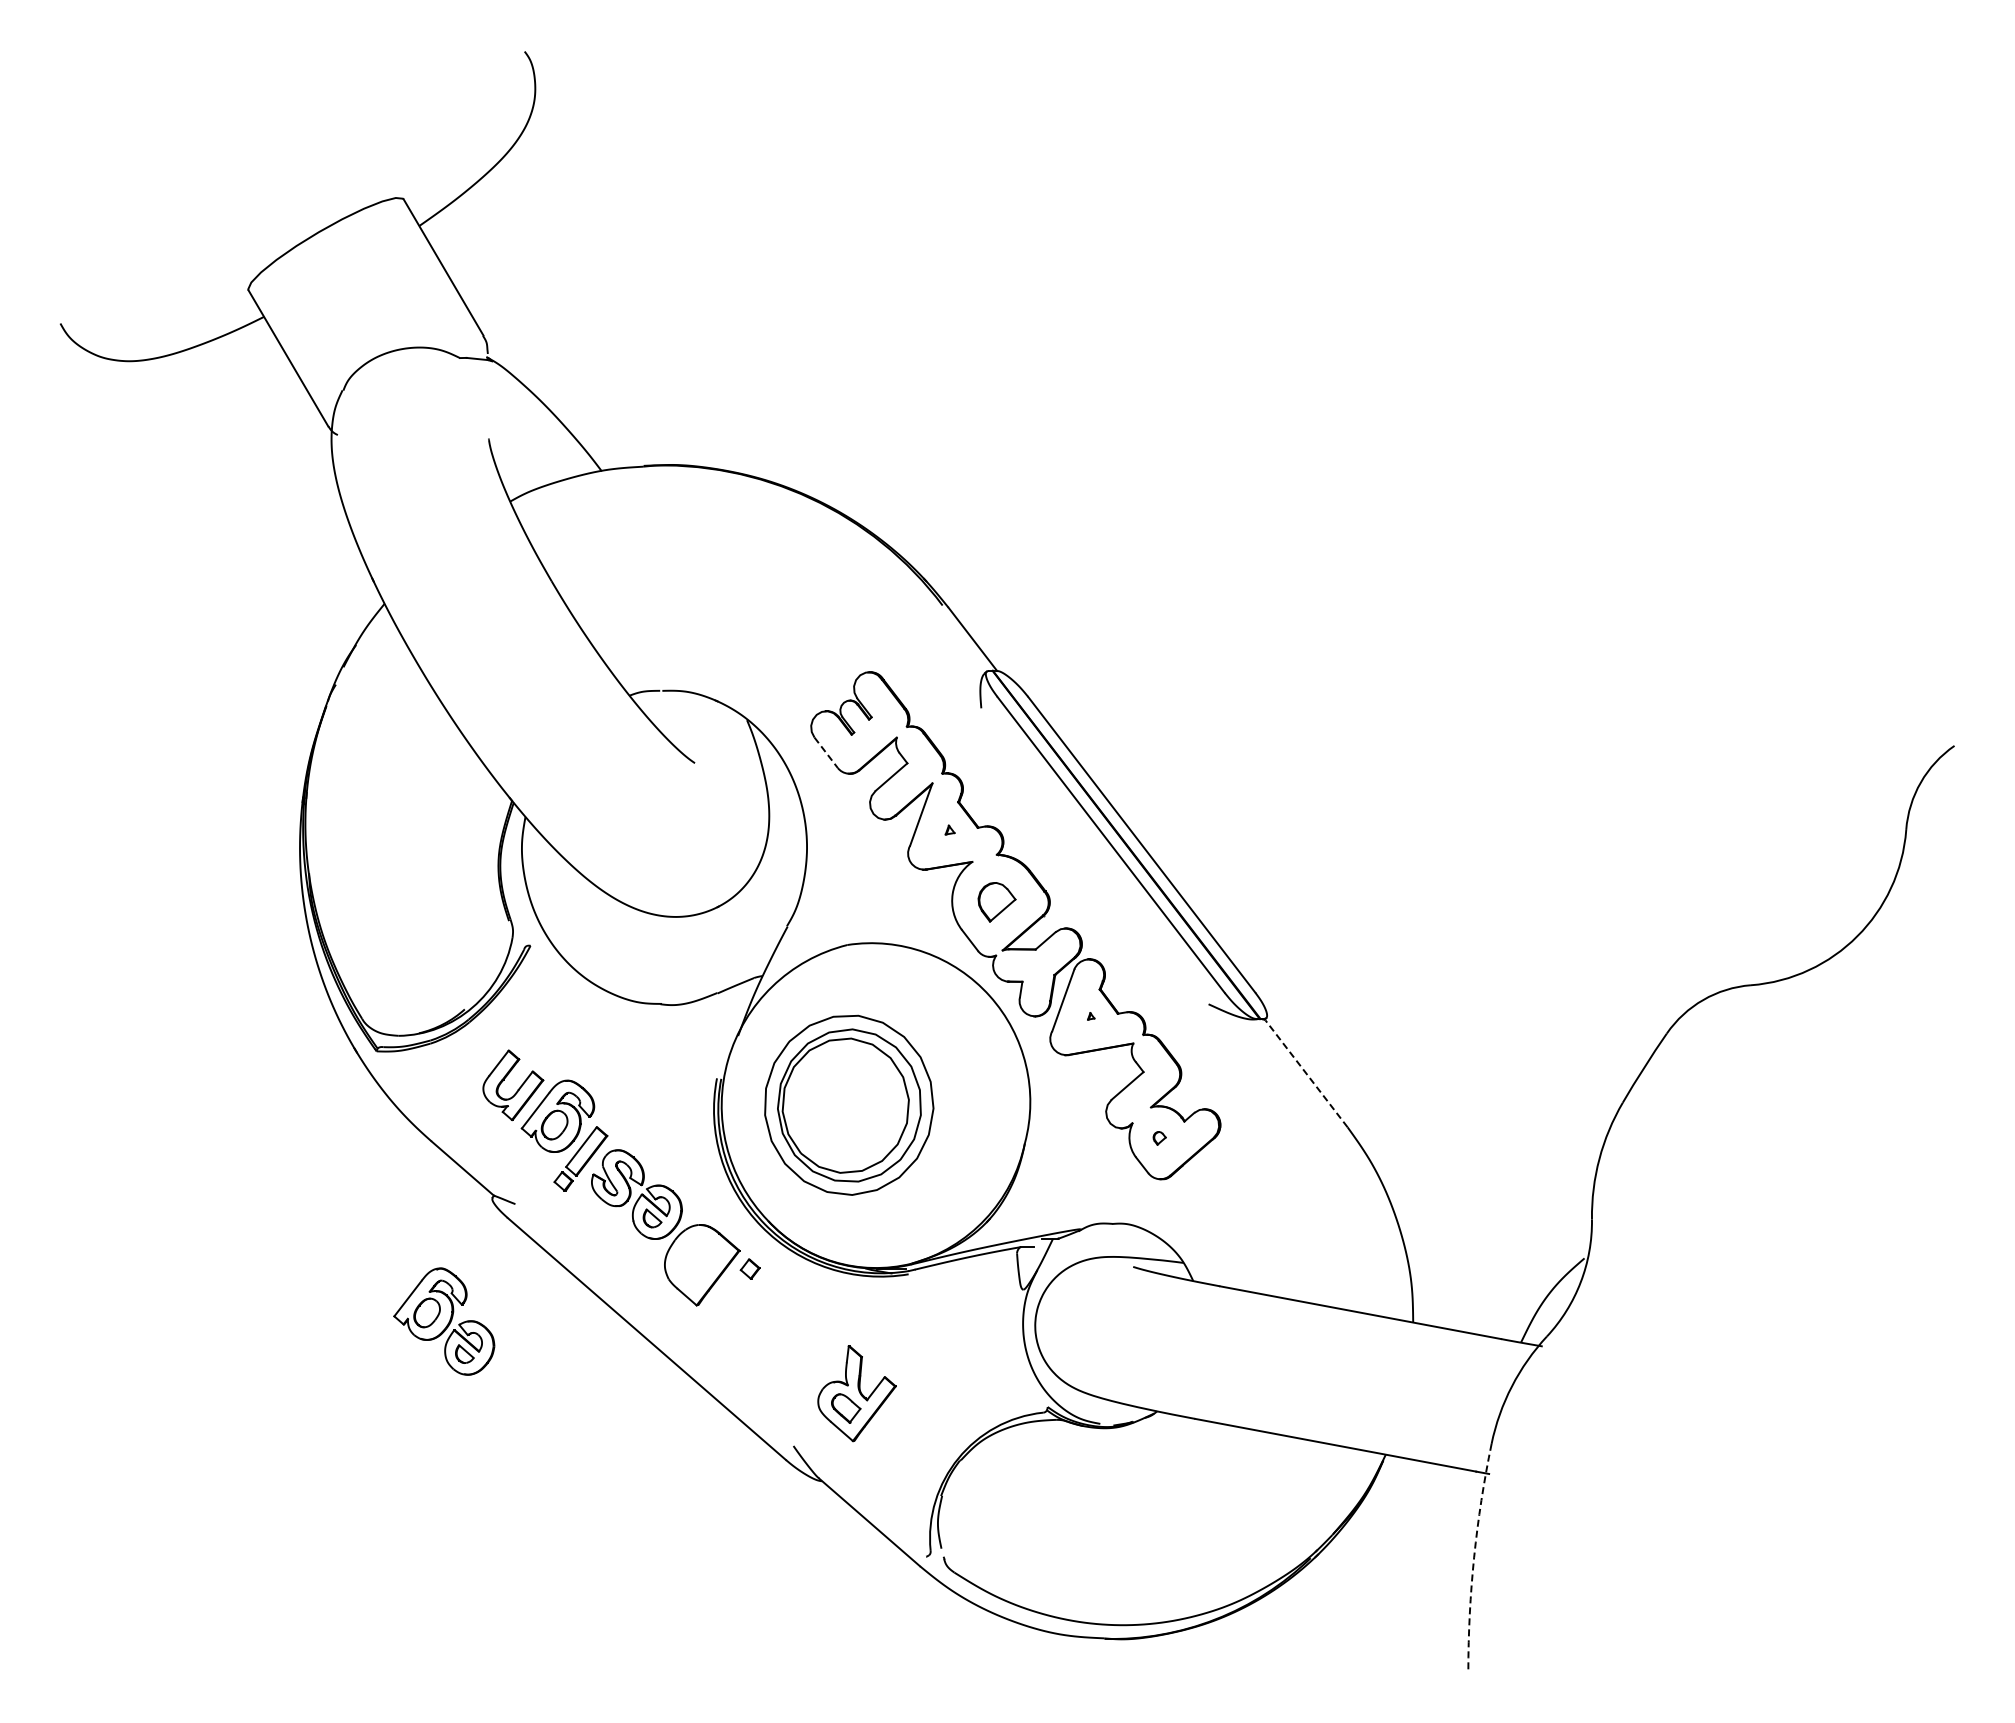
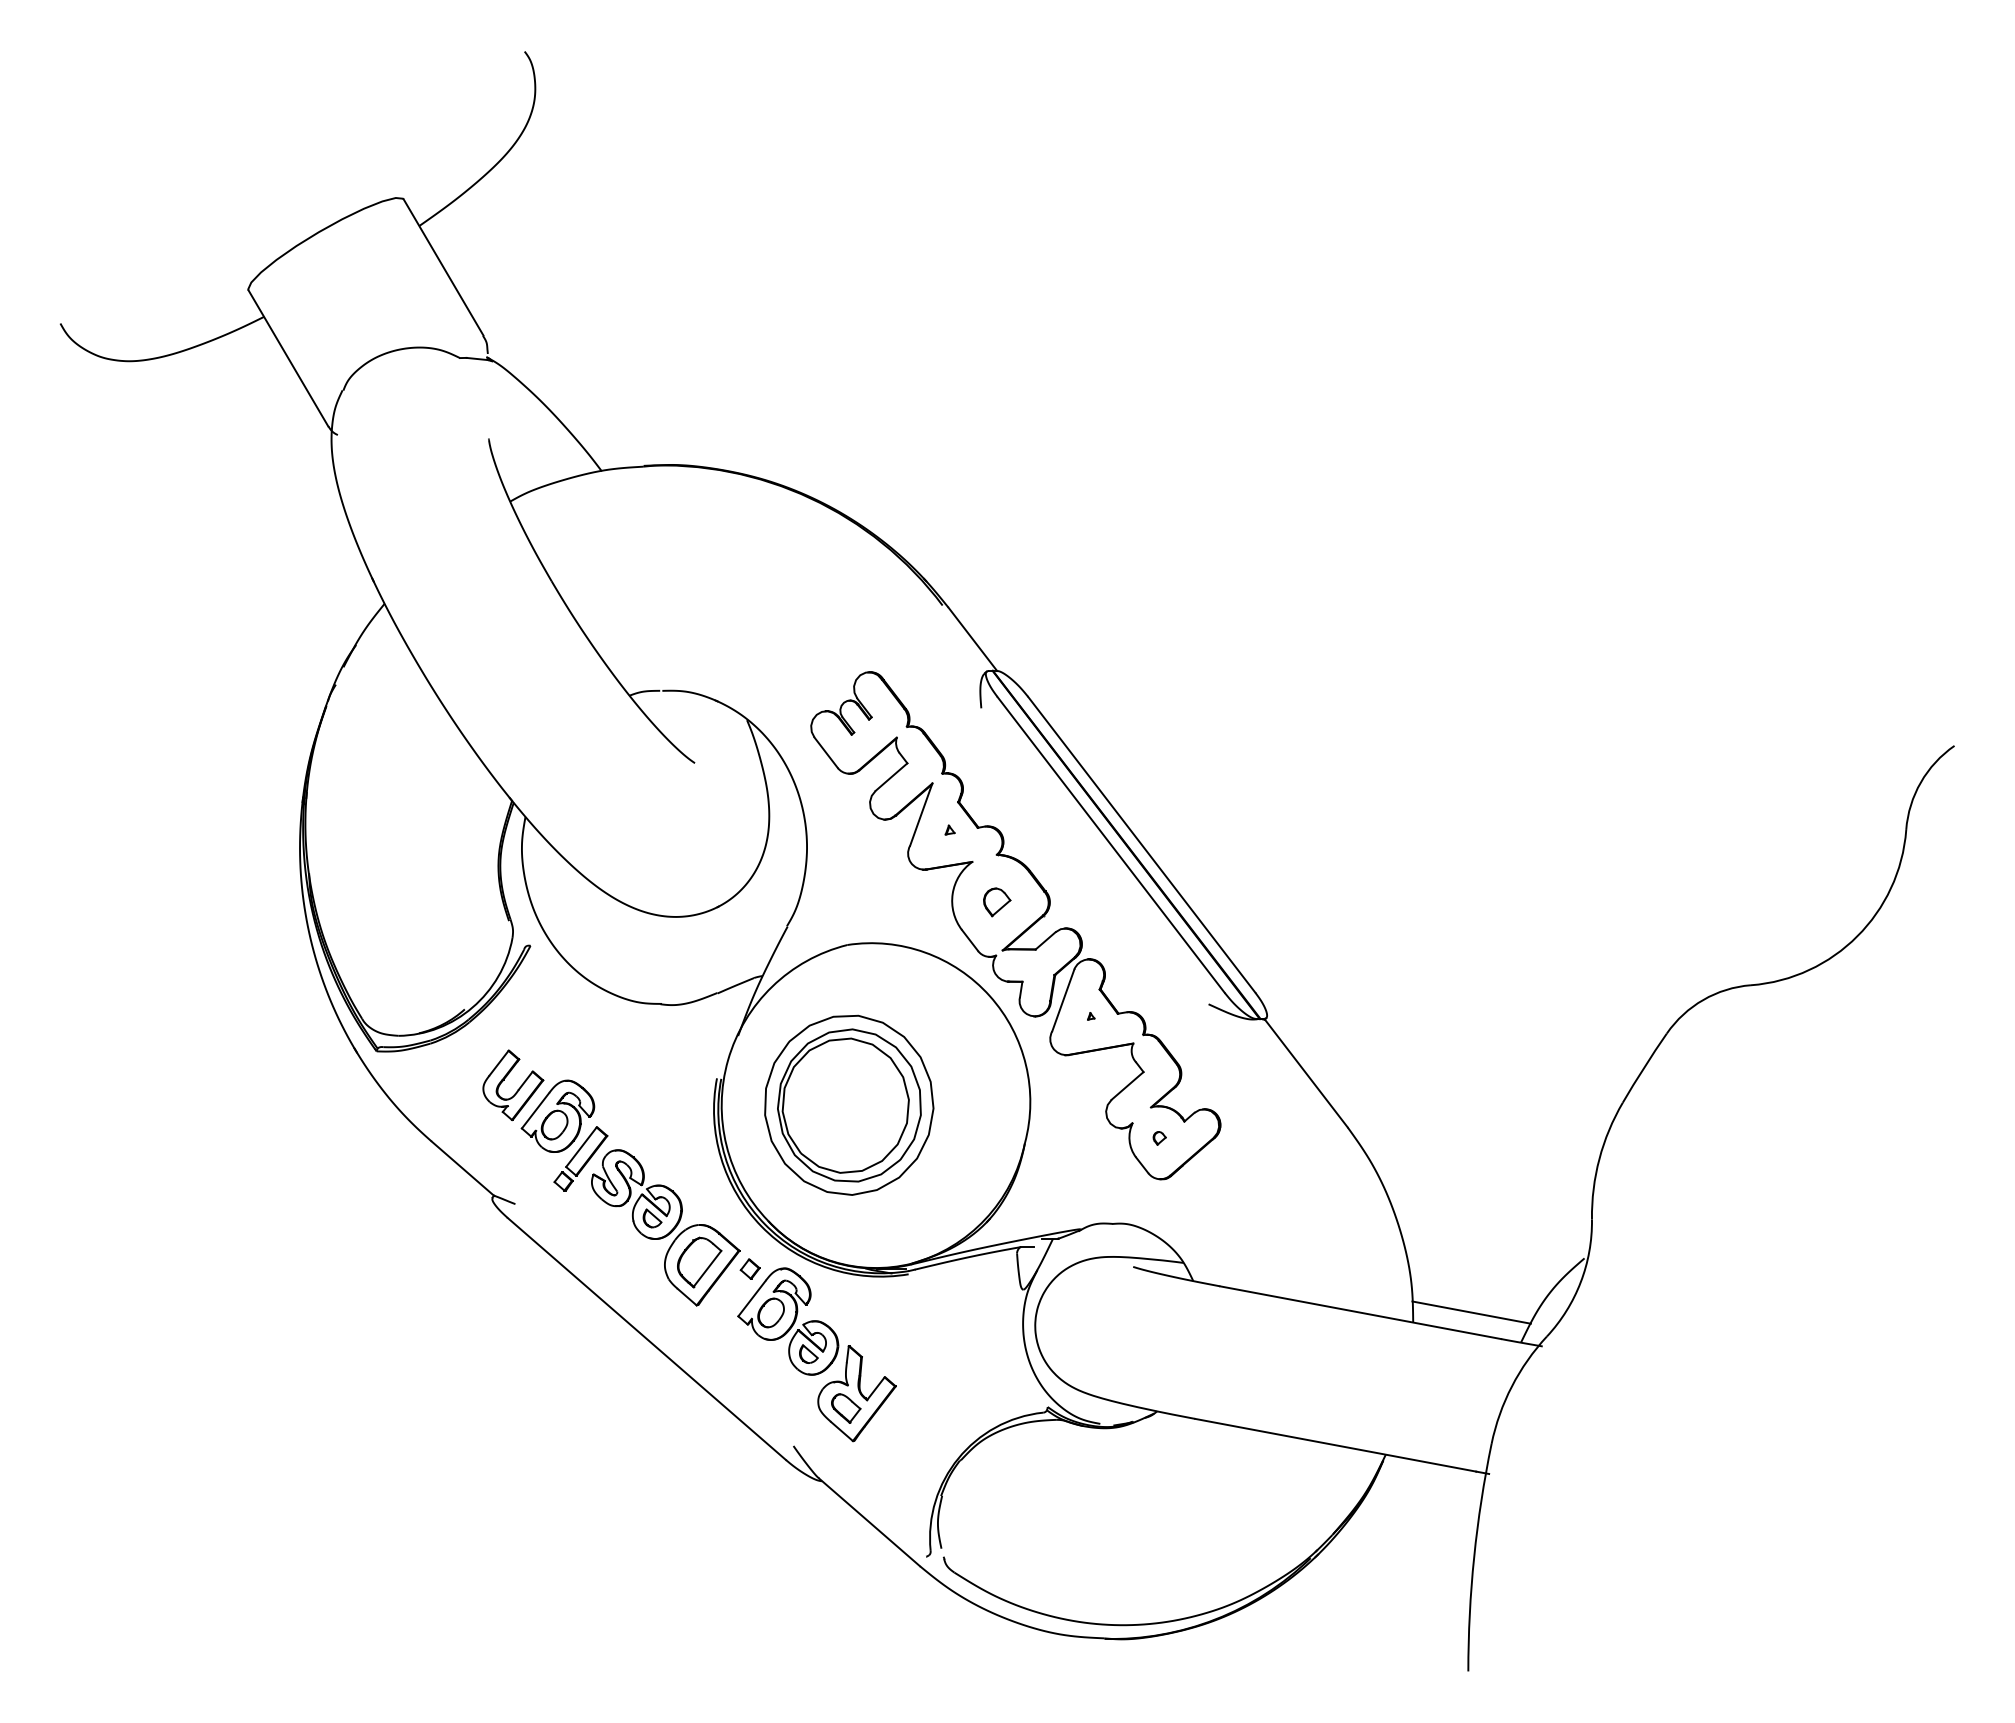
line at (826, 753): dashed -> solid
part at (996, 902) size: 40x41 px -> 29x31 px
line at (1306, 1073): dashed -> solid
part at (699, 1262): none -> present
line at (1471, 1312): none -> present
part at (444, 1321) position: (444, 1321) -> (788, 1321)
arc at (1474, 1557): dashed -> solid
